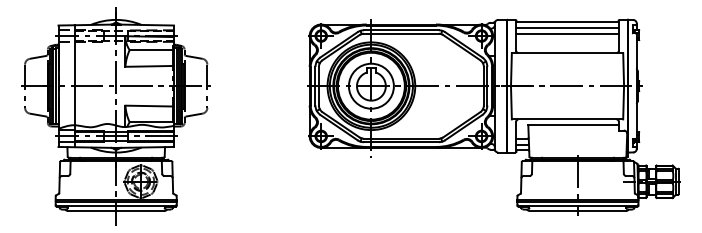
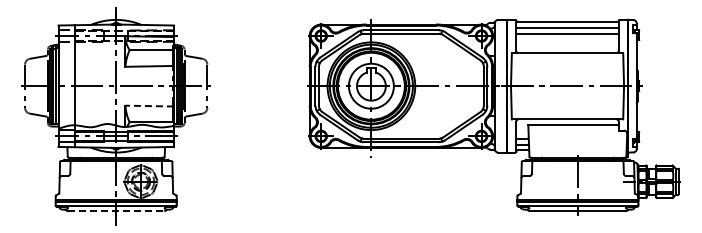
line at (149, 106): solid -> dashed
line at (116, 211): solid -> dashed
